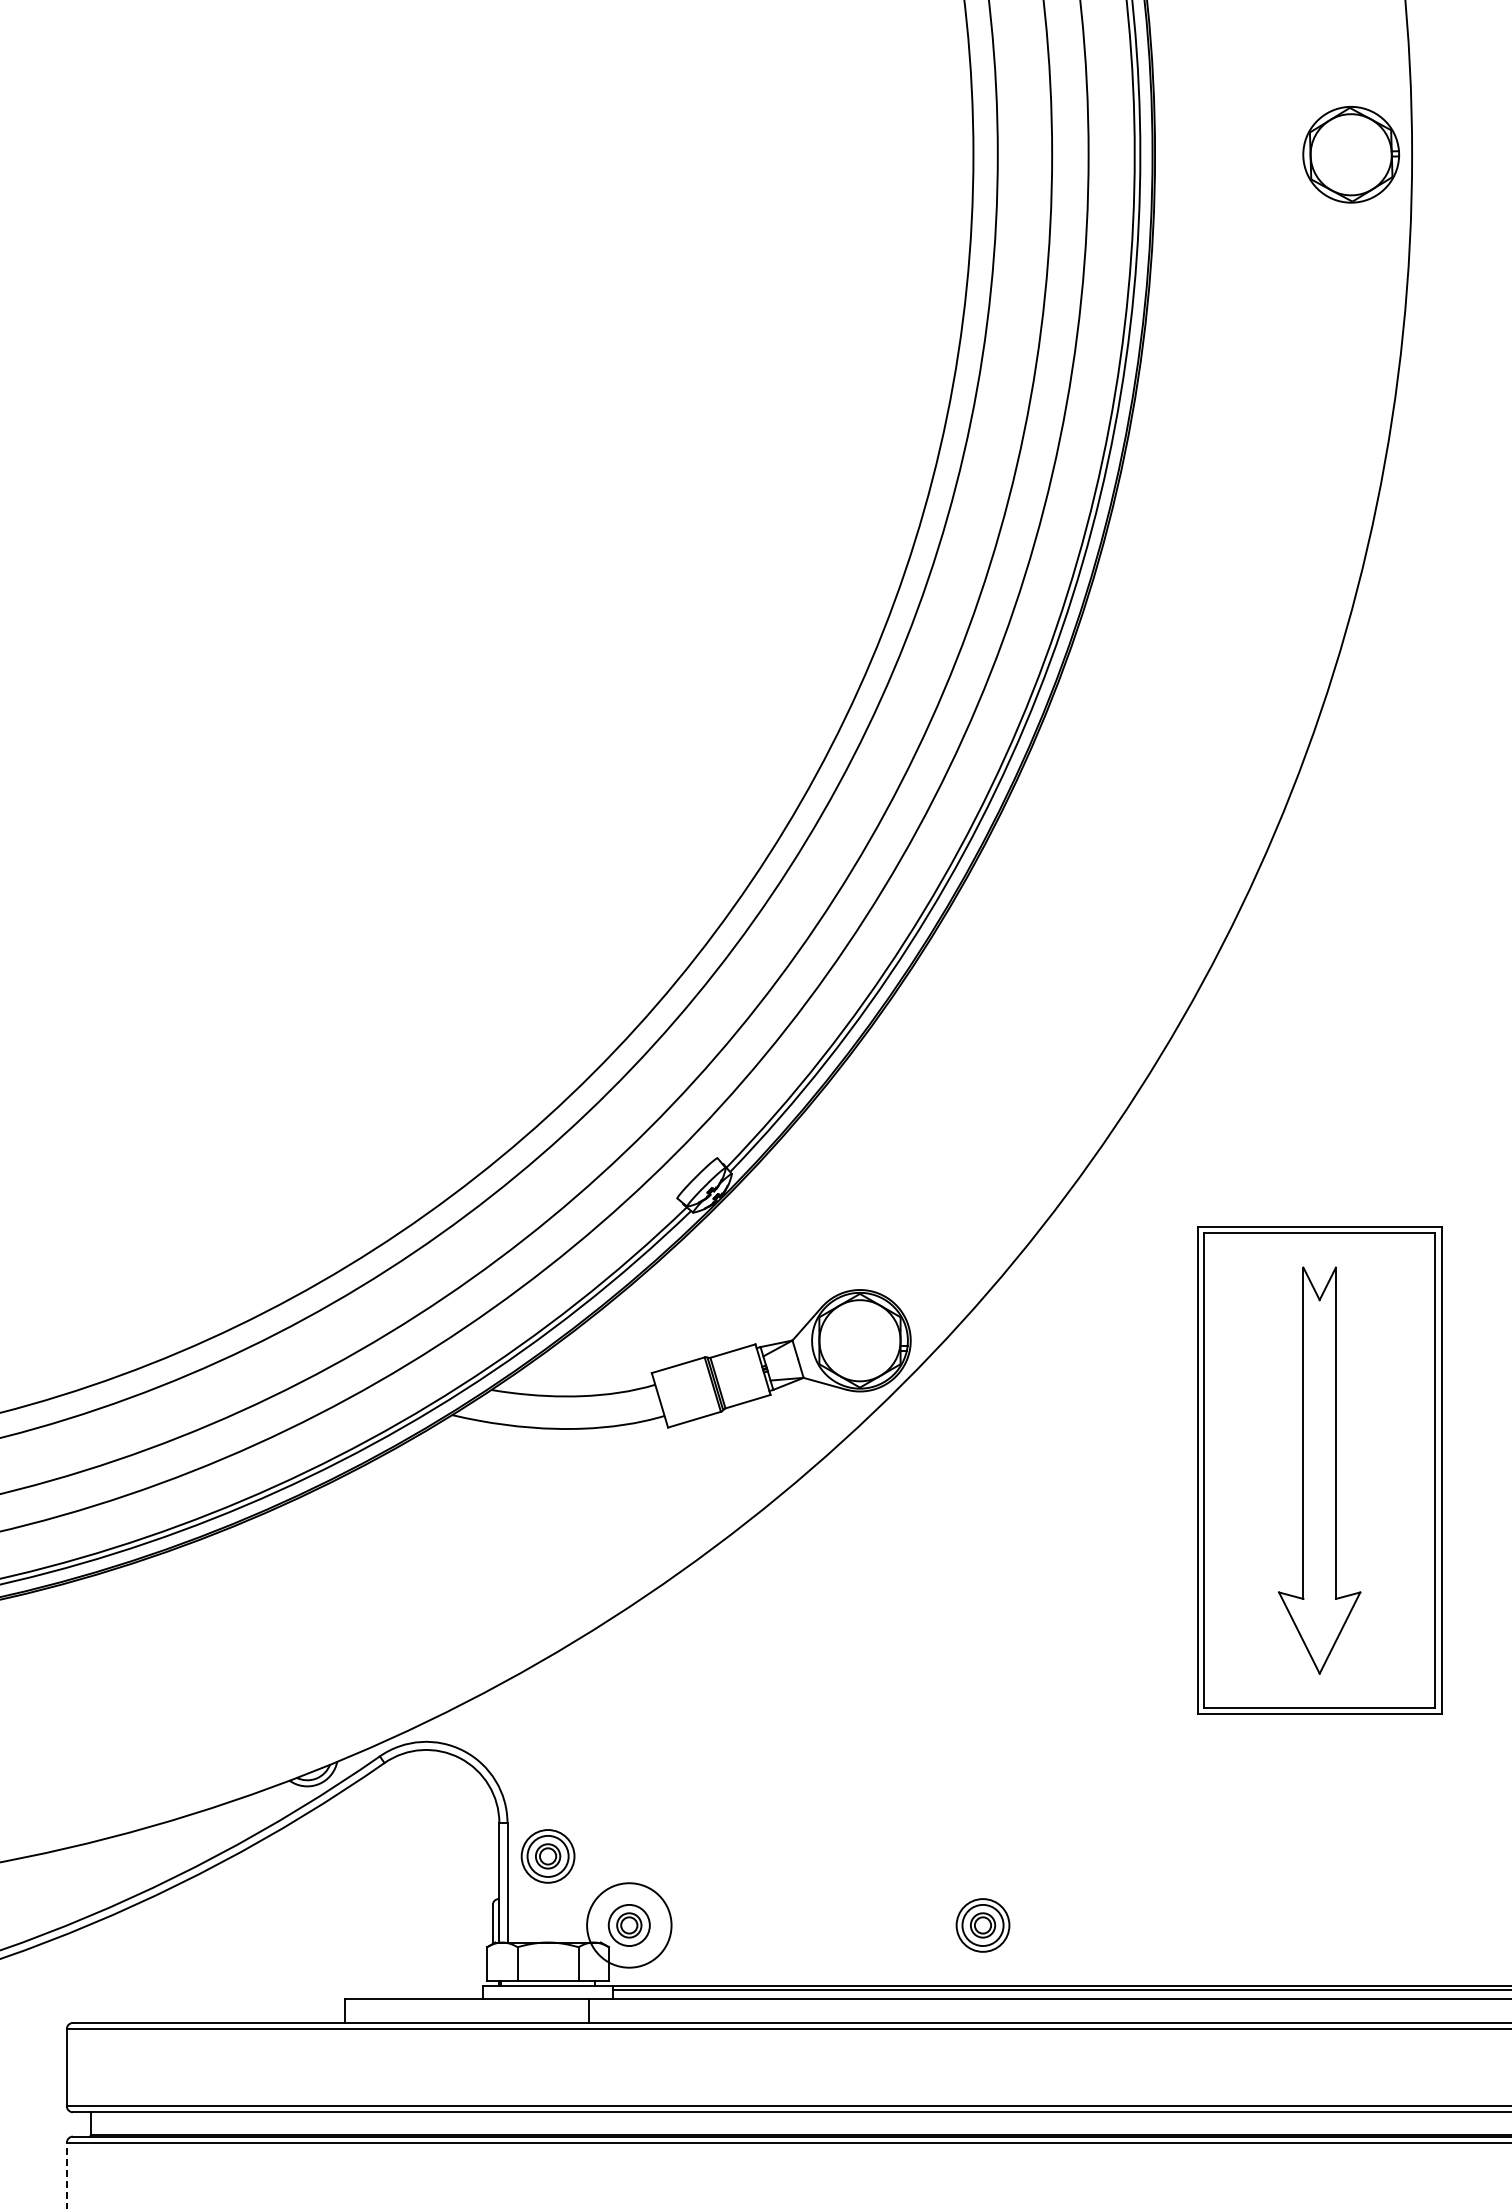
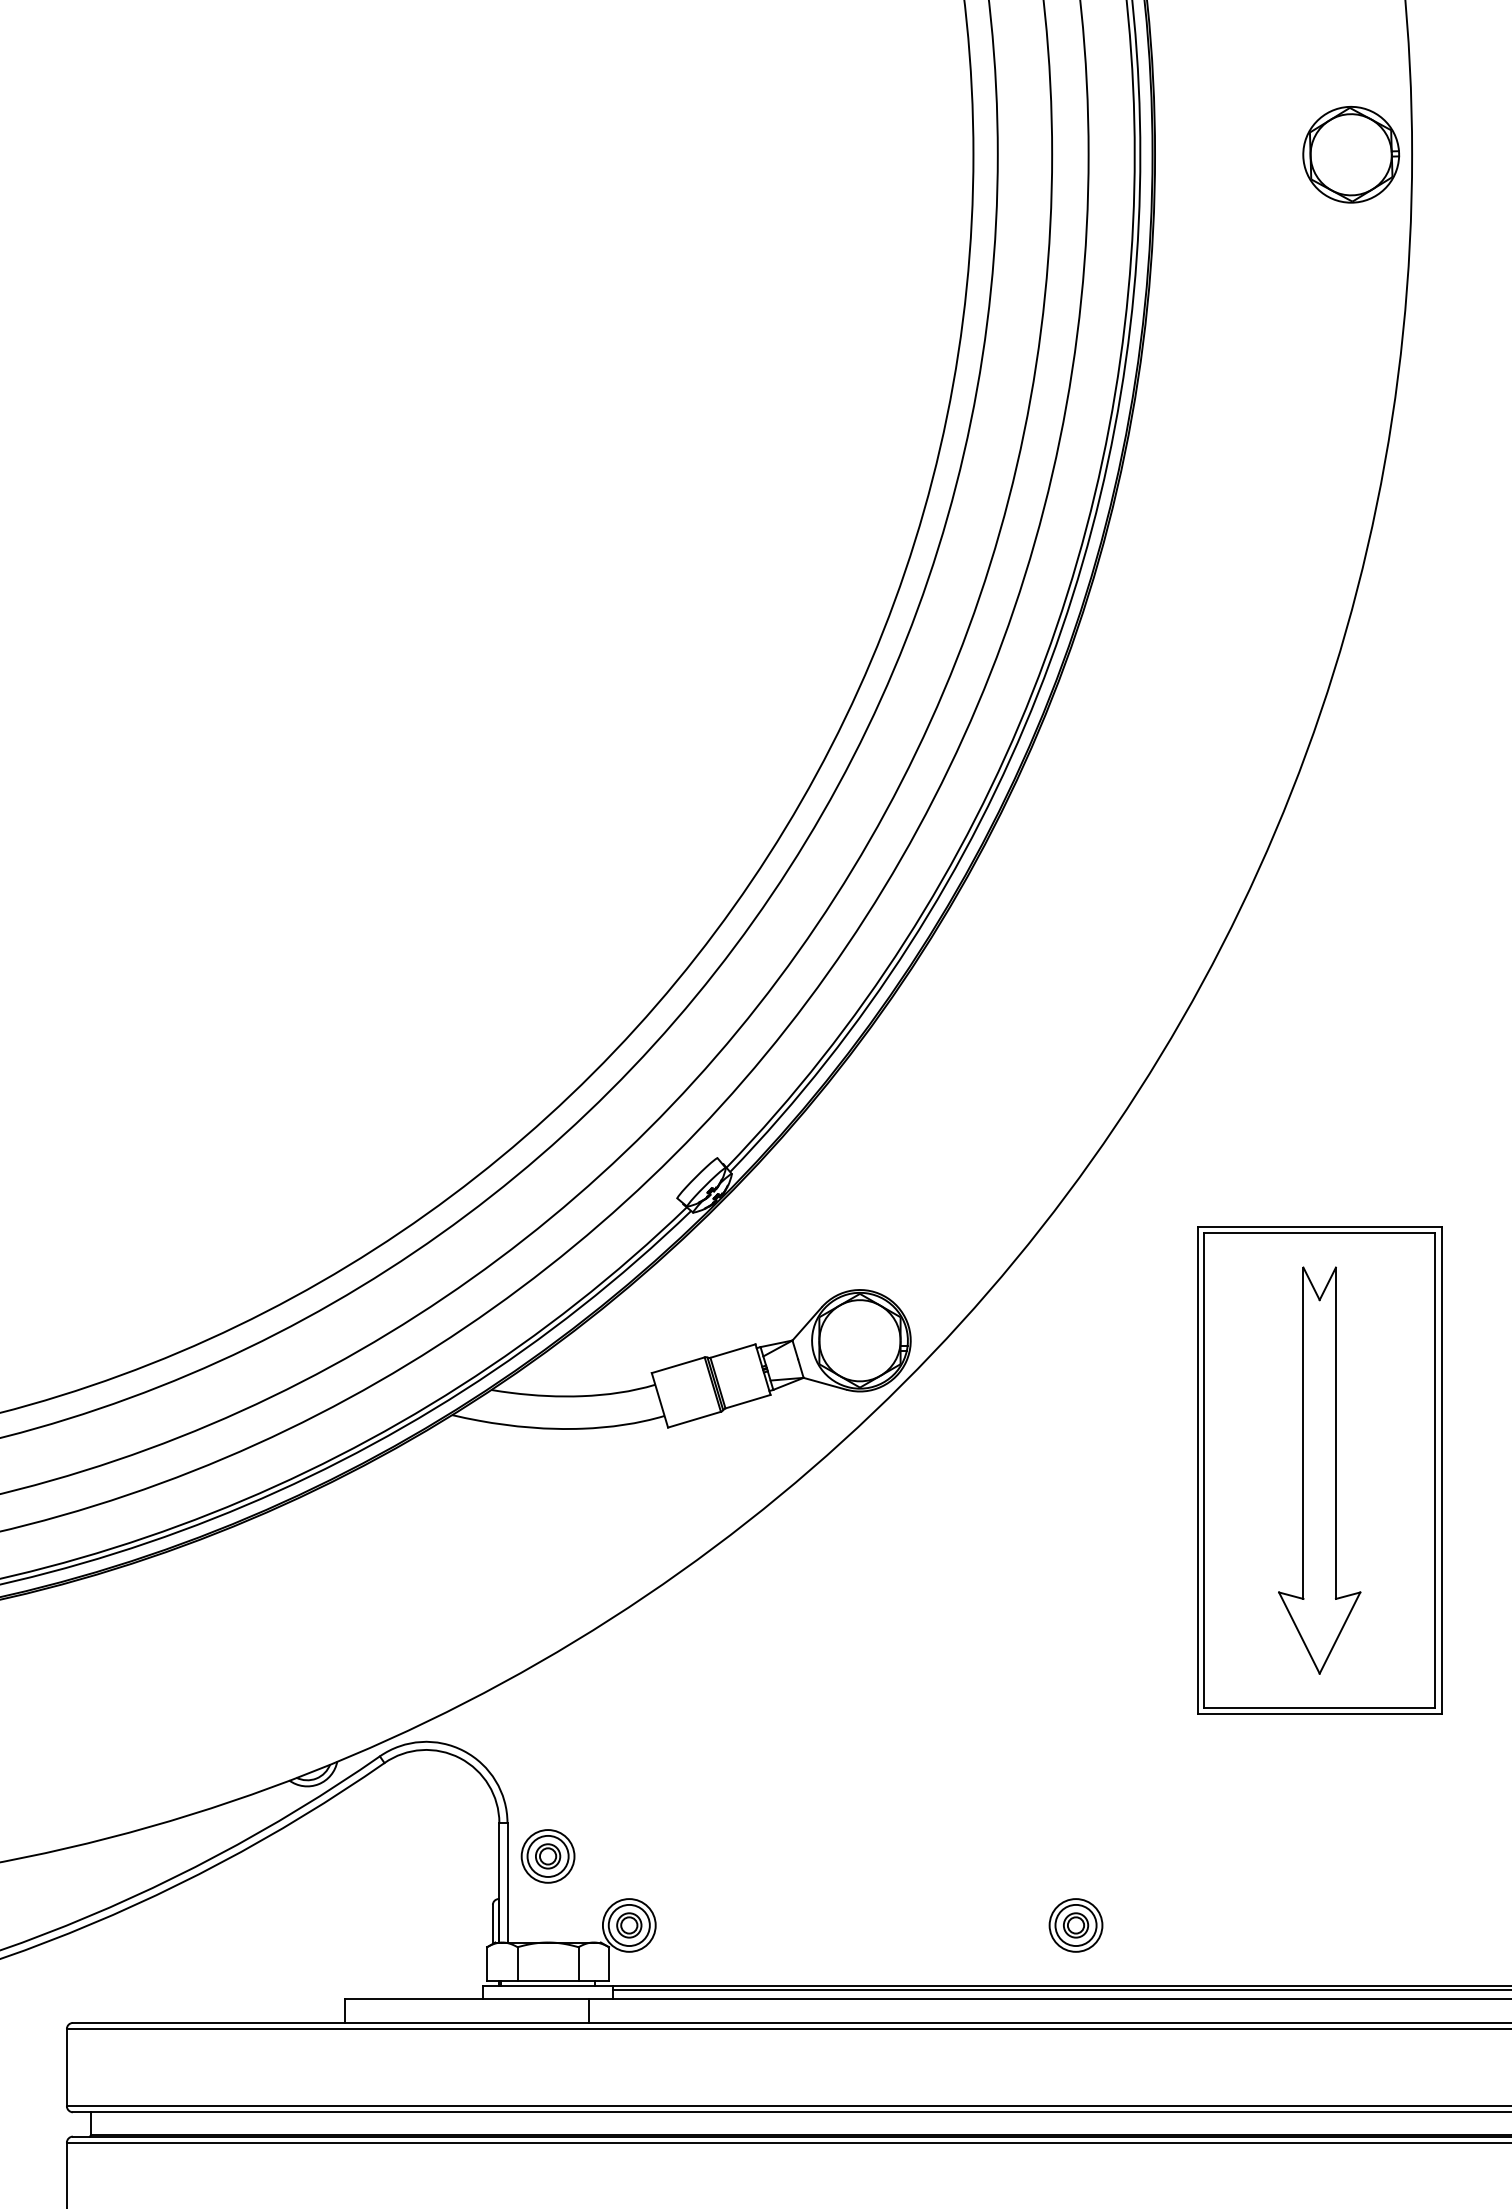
circle at (629, 1925) diameter: 84 px -> 53 px
part at (982, 1925) position: (982, 1925) -> (1075, 1925)
line at (66, 2175): dashed -> solid
